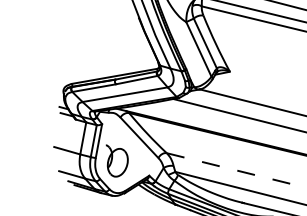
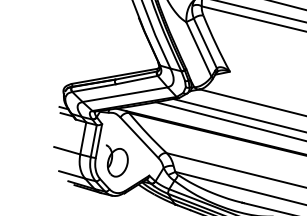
line at (229, 121): none -> present
line at (236, 170): dashed -> solid
